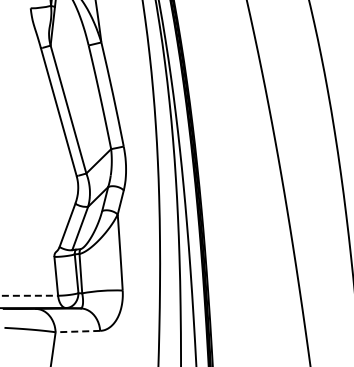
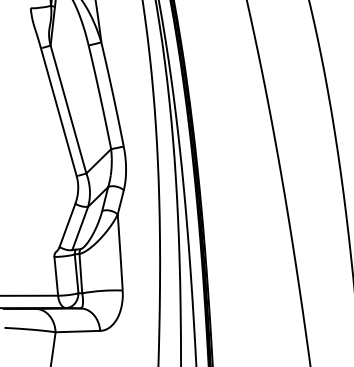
line at (29, 295): dashed -> solid
line at (77, 331): dashed -> solid
